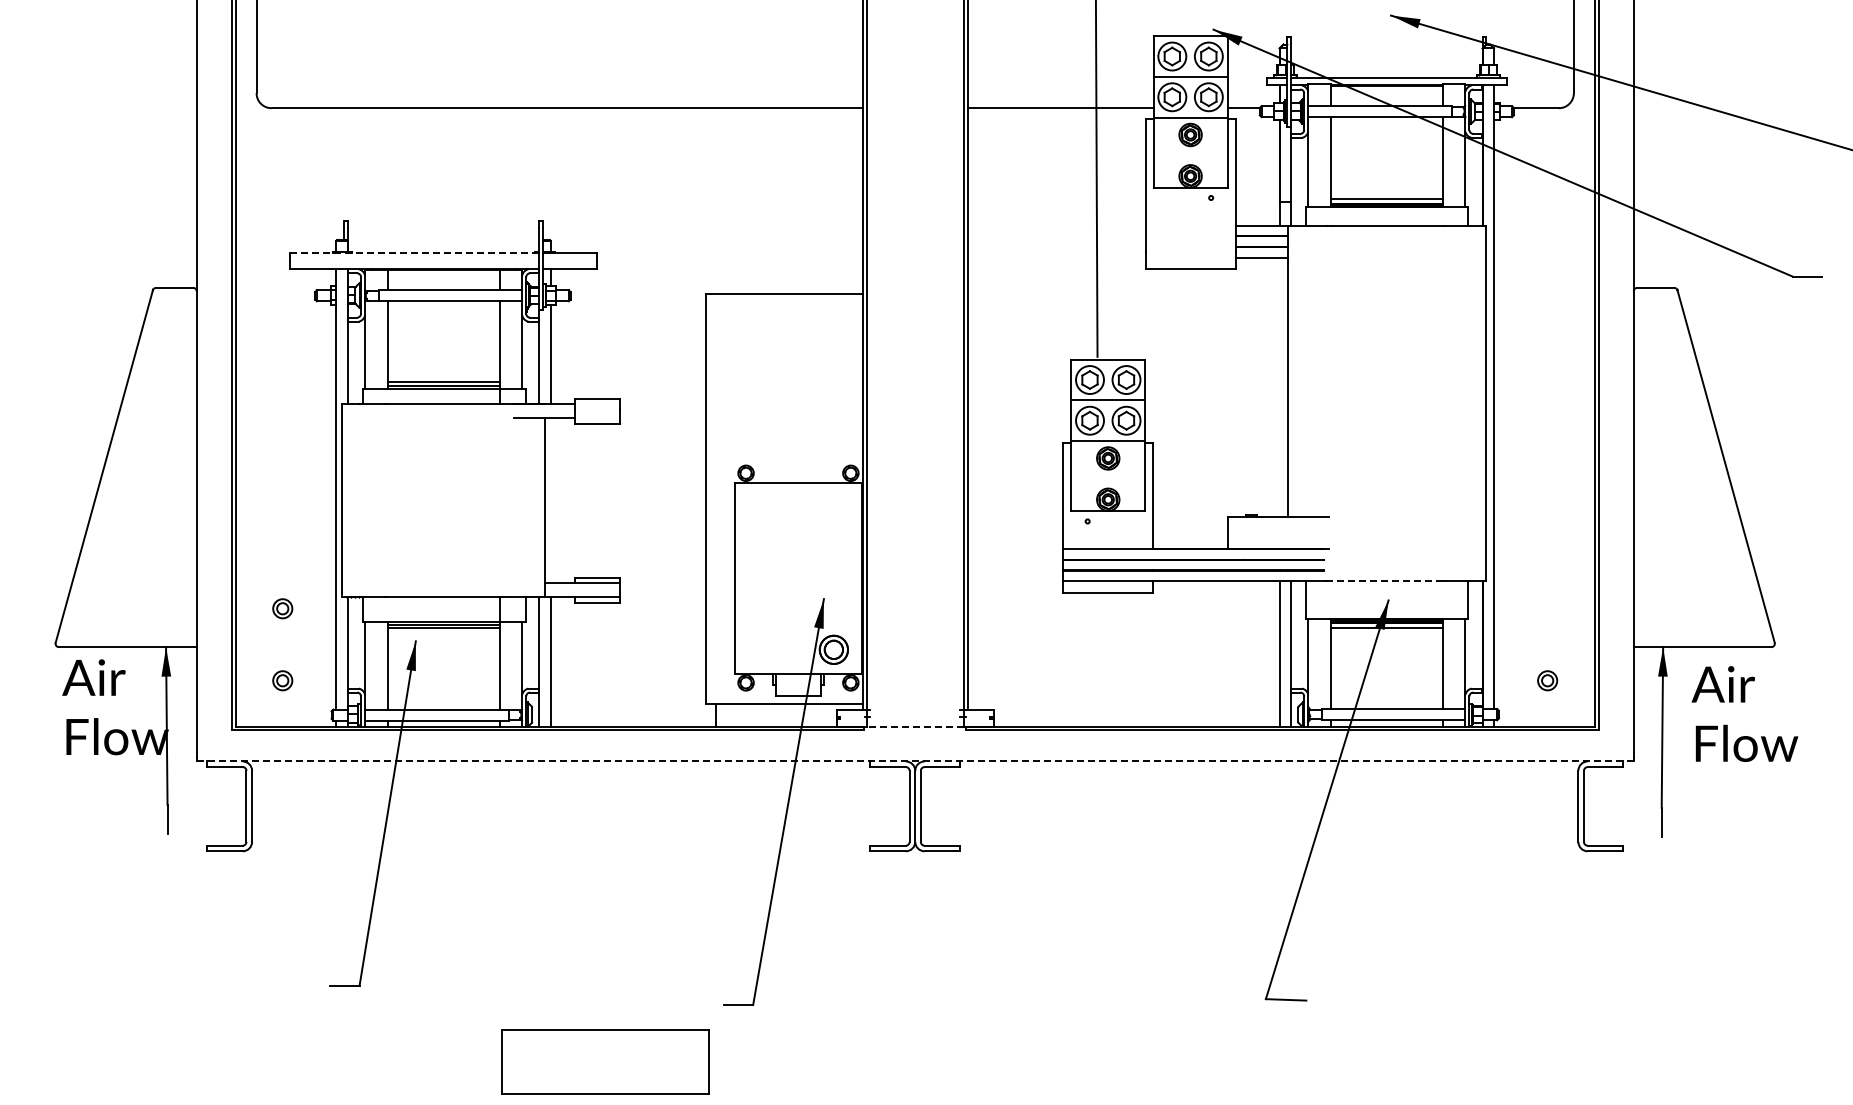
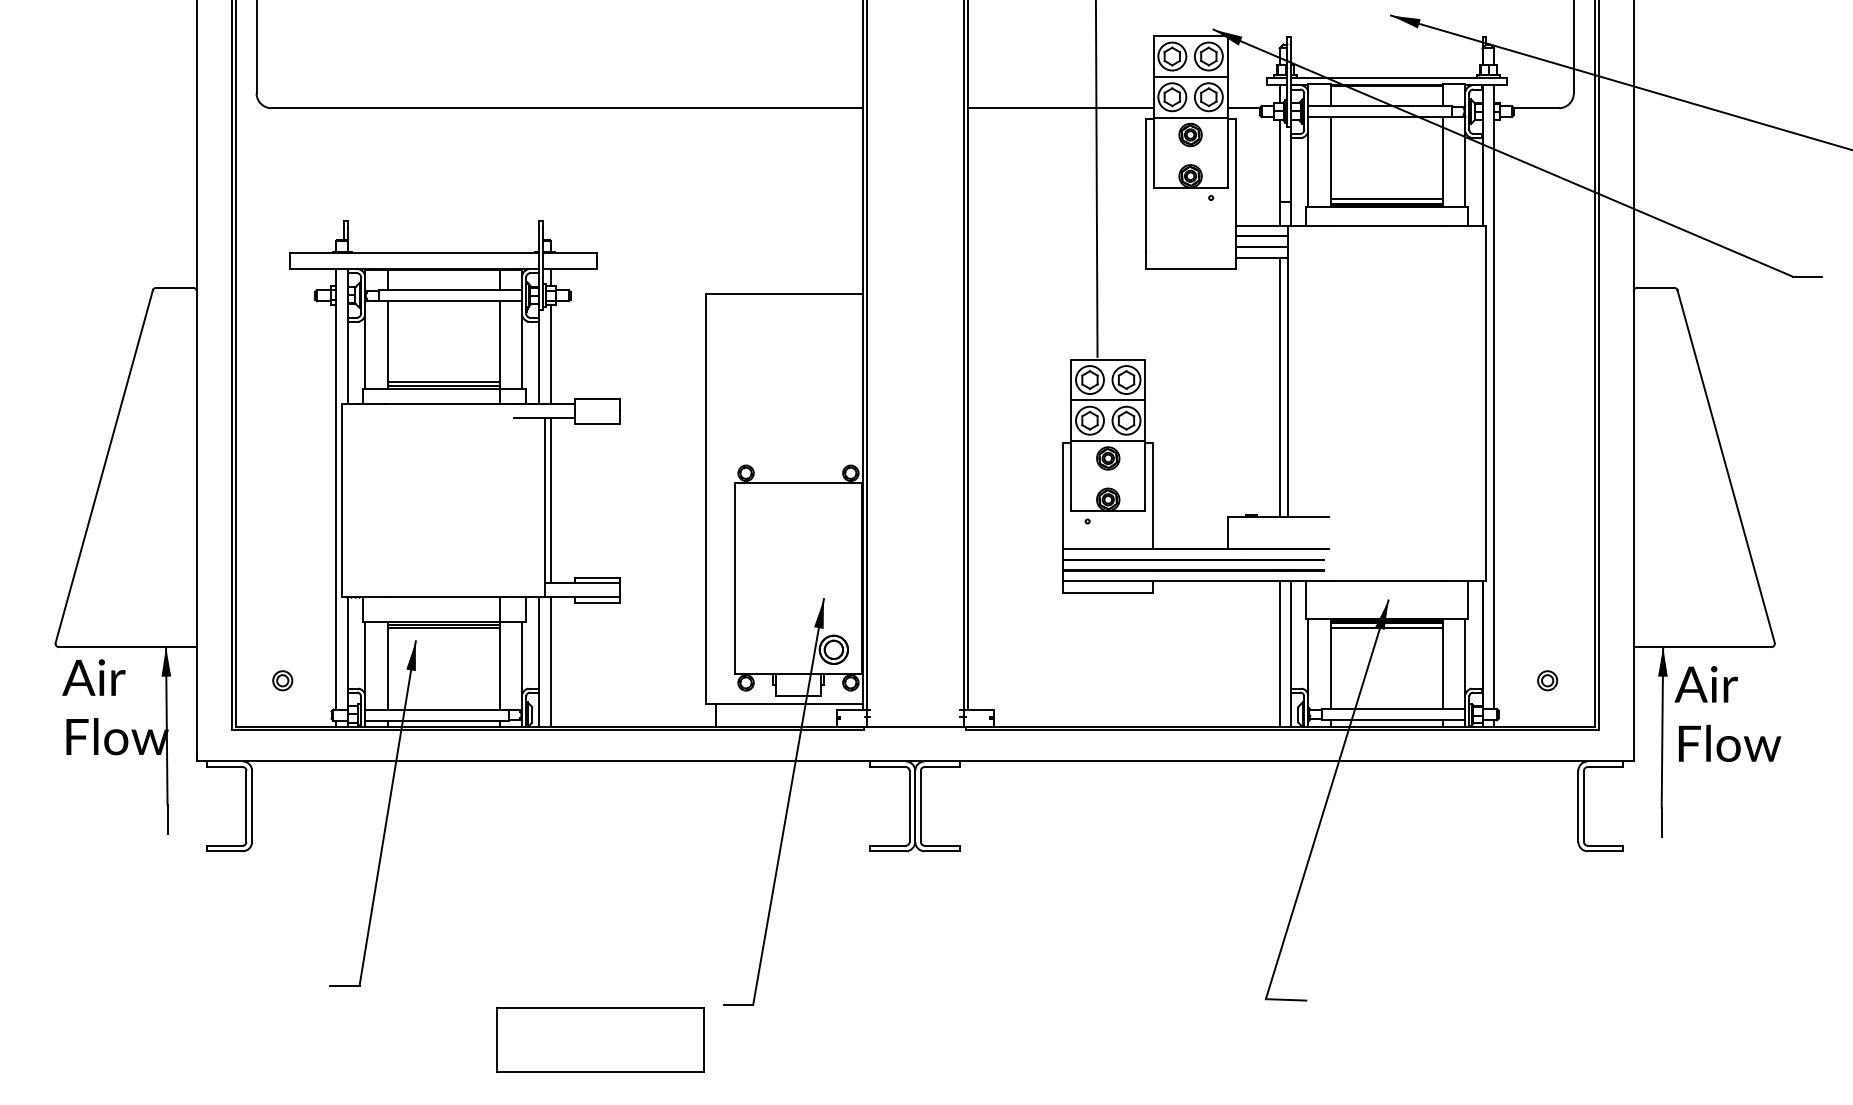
line at (414, 252): dashed -> solid
line at (1279, 386): none -> present
line at (550, 500): none -> present
line at (1386, 581): dashed -> solid
part at (282, 608): present -> none
text at (1744, 713) position: (1744, 713) -> (1727, 713)
line at (915, 726): dashed -> solid
line at (915, 761): dashed -> solid
part at (605, 1061) position: (605, 1061) -> (600, 1039)
